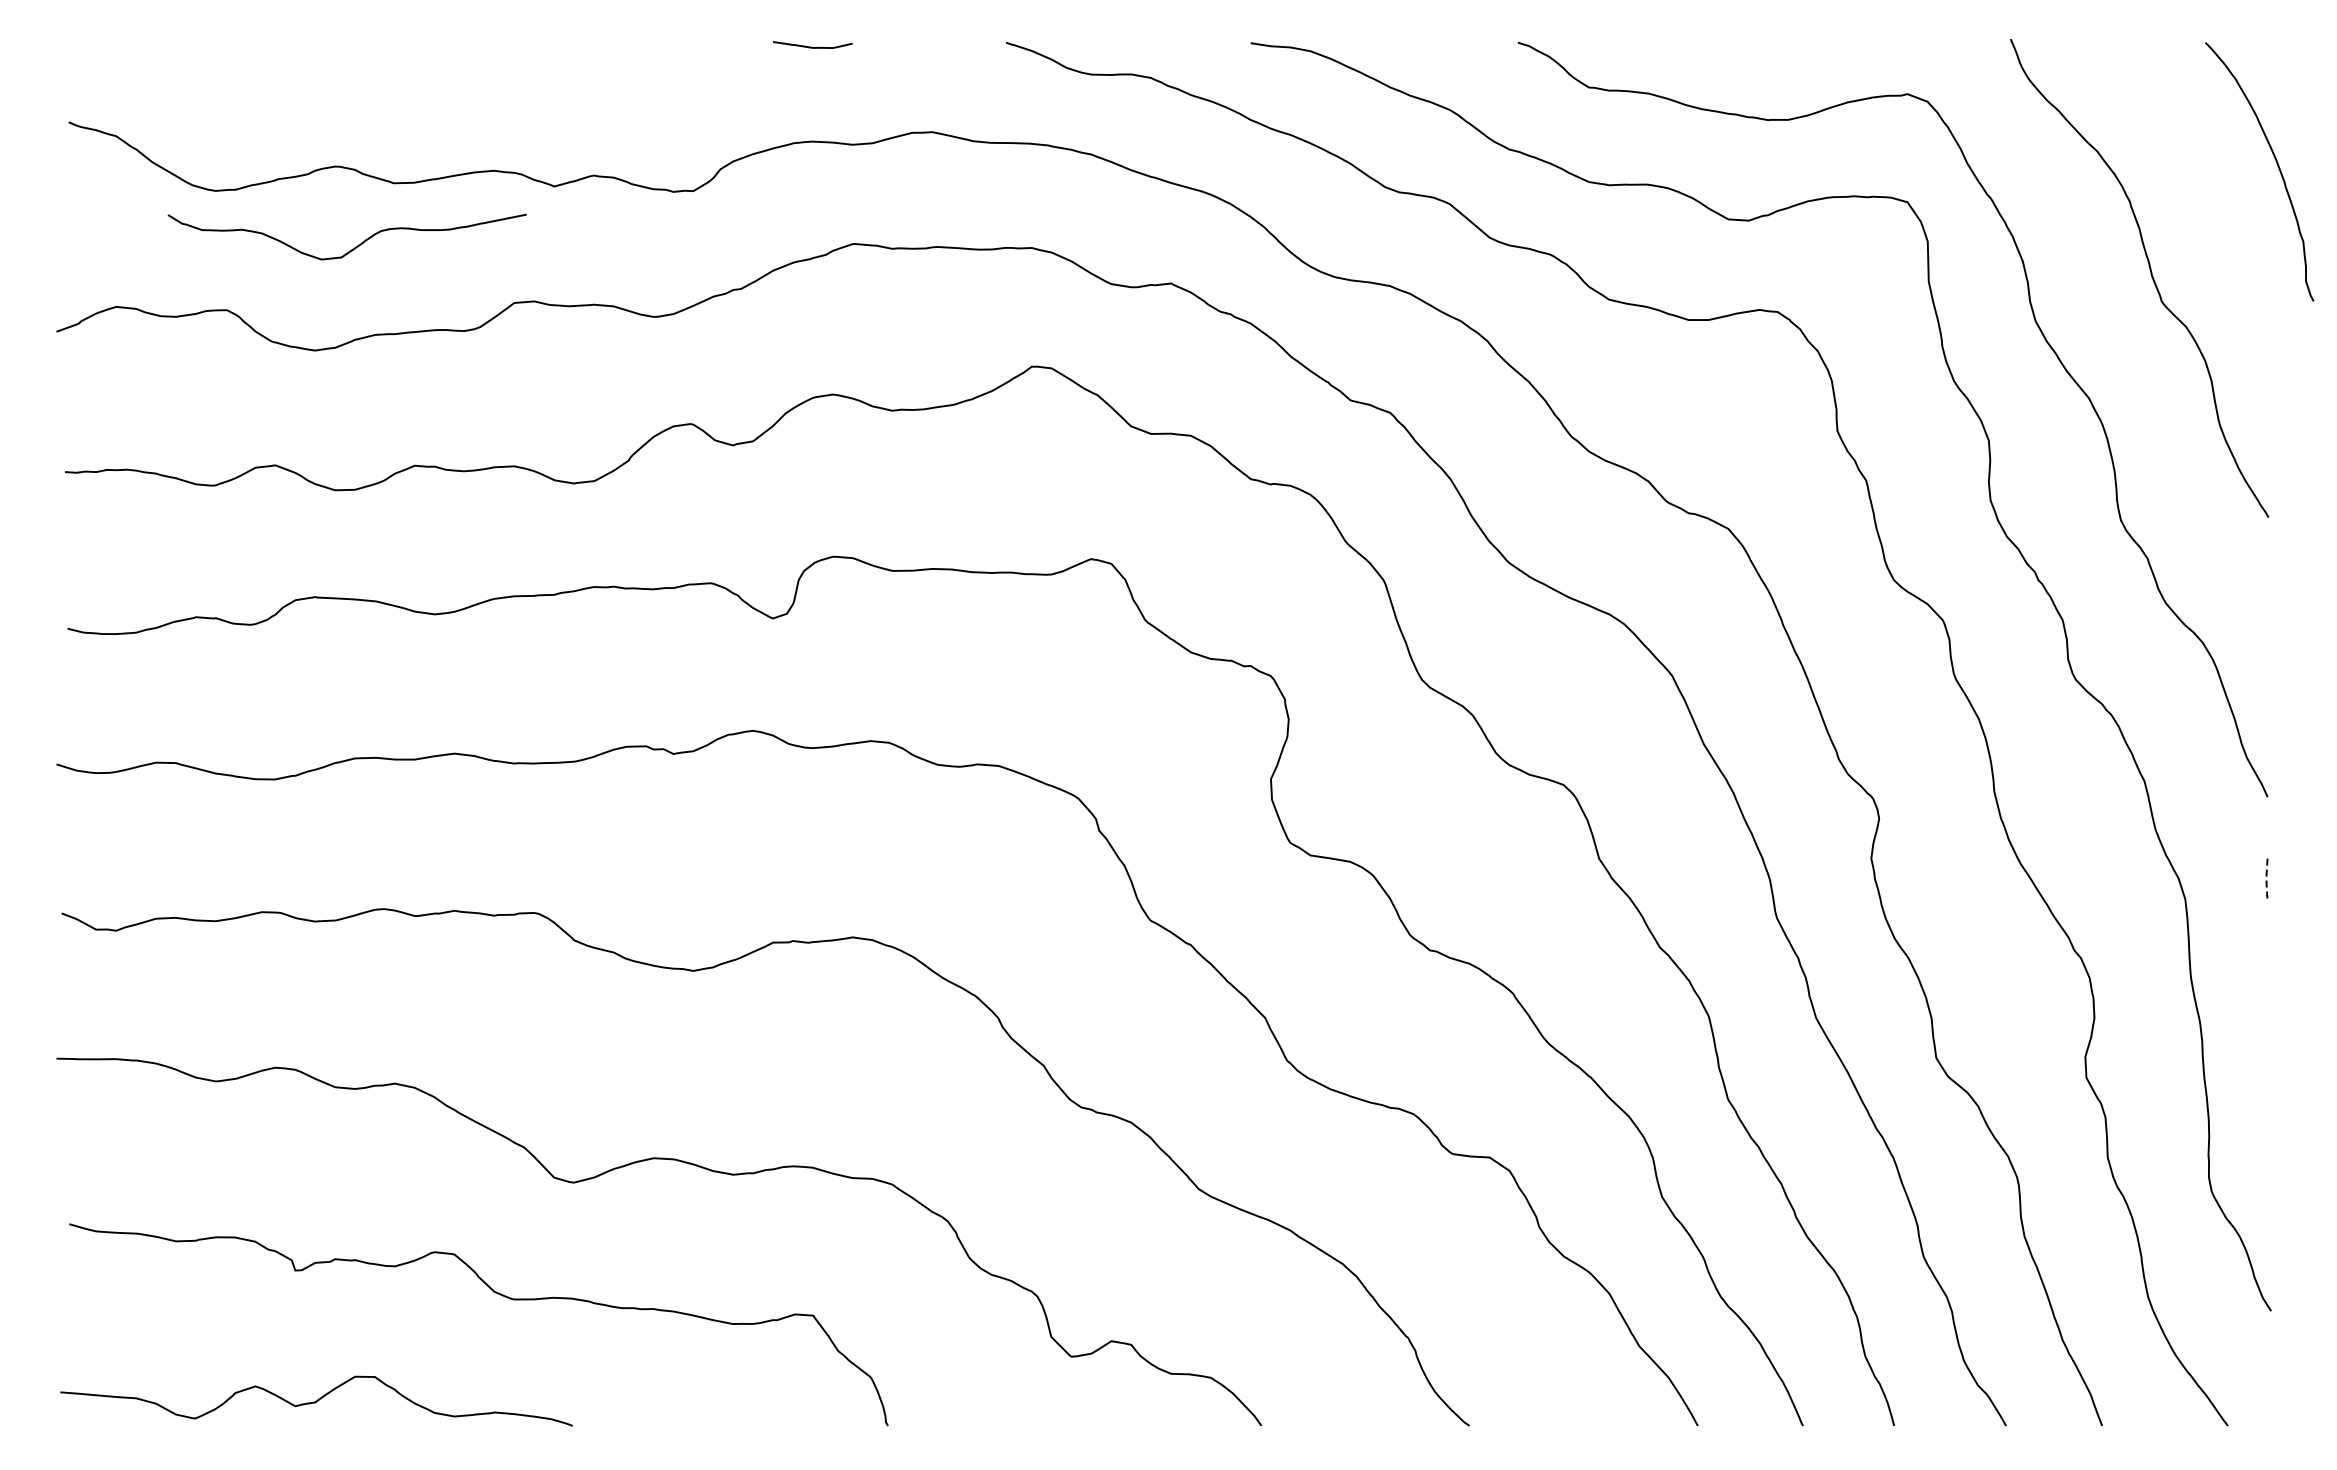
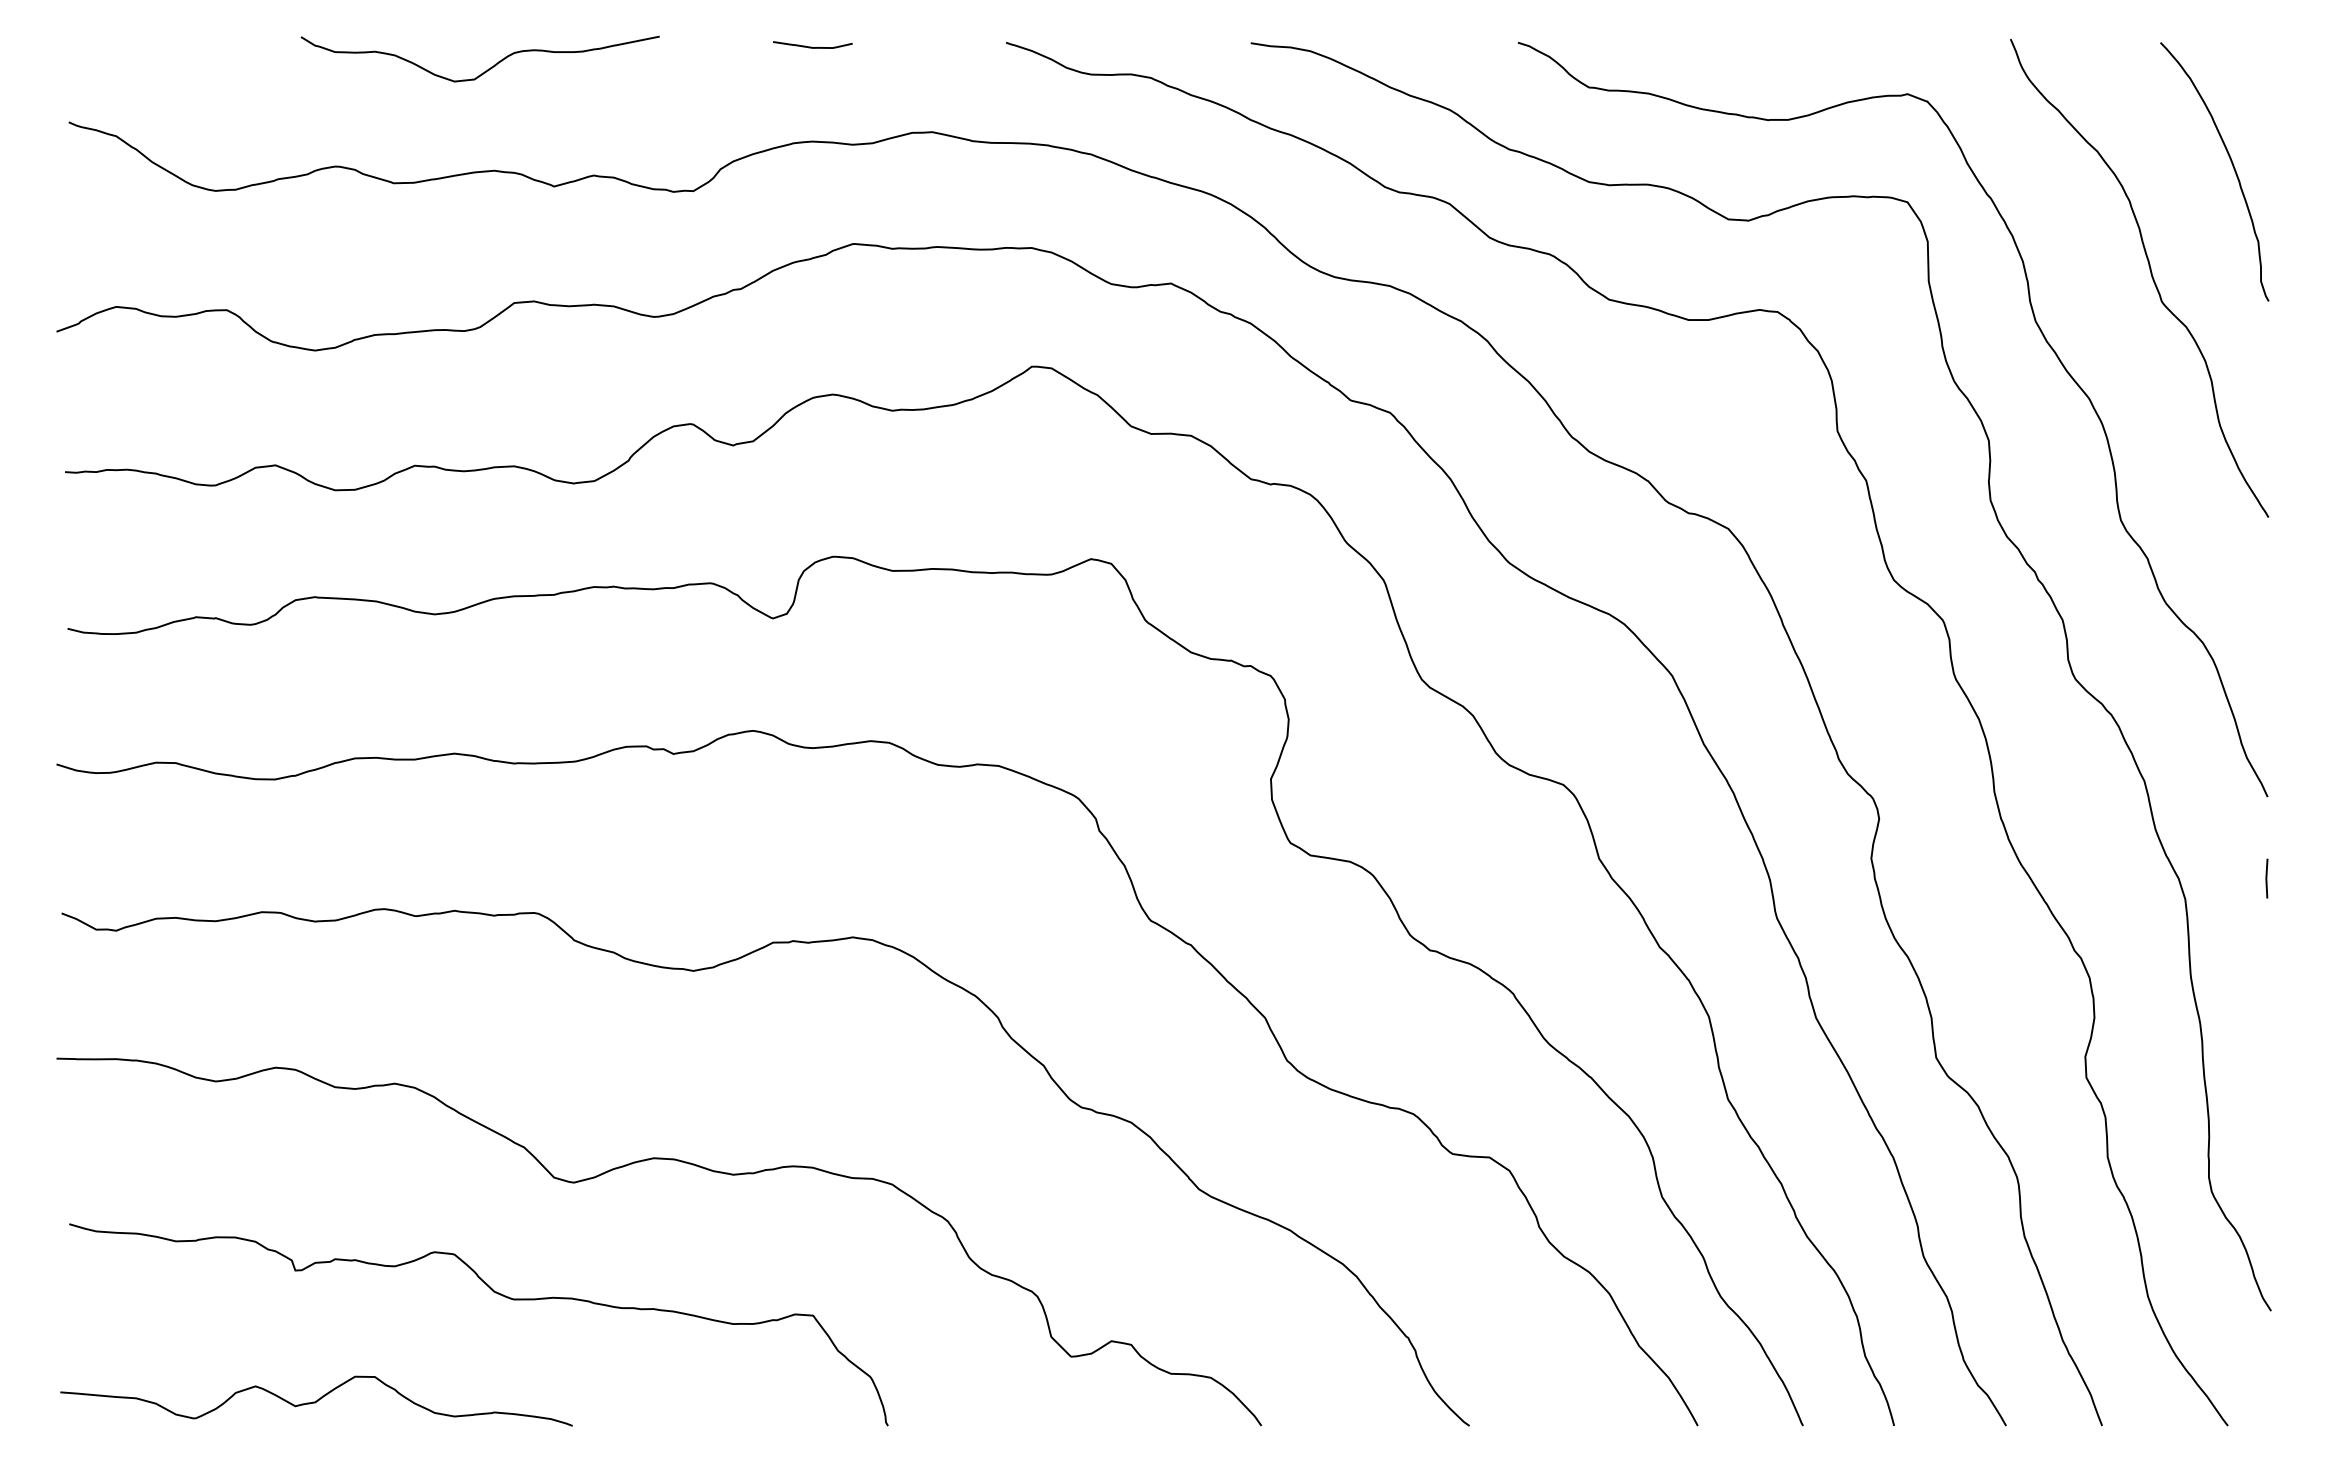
curve at (2277, 166) position: (2277, 166) -> (2232, 166)
curve at (352, 248) position: (352, 248) -> (485, 70)
line at (2266, 878): dashed -> solid
